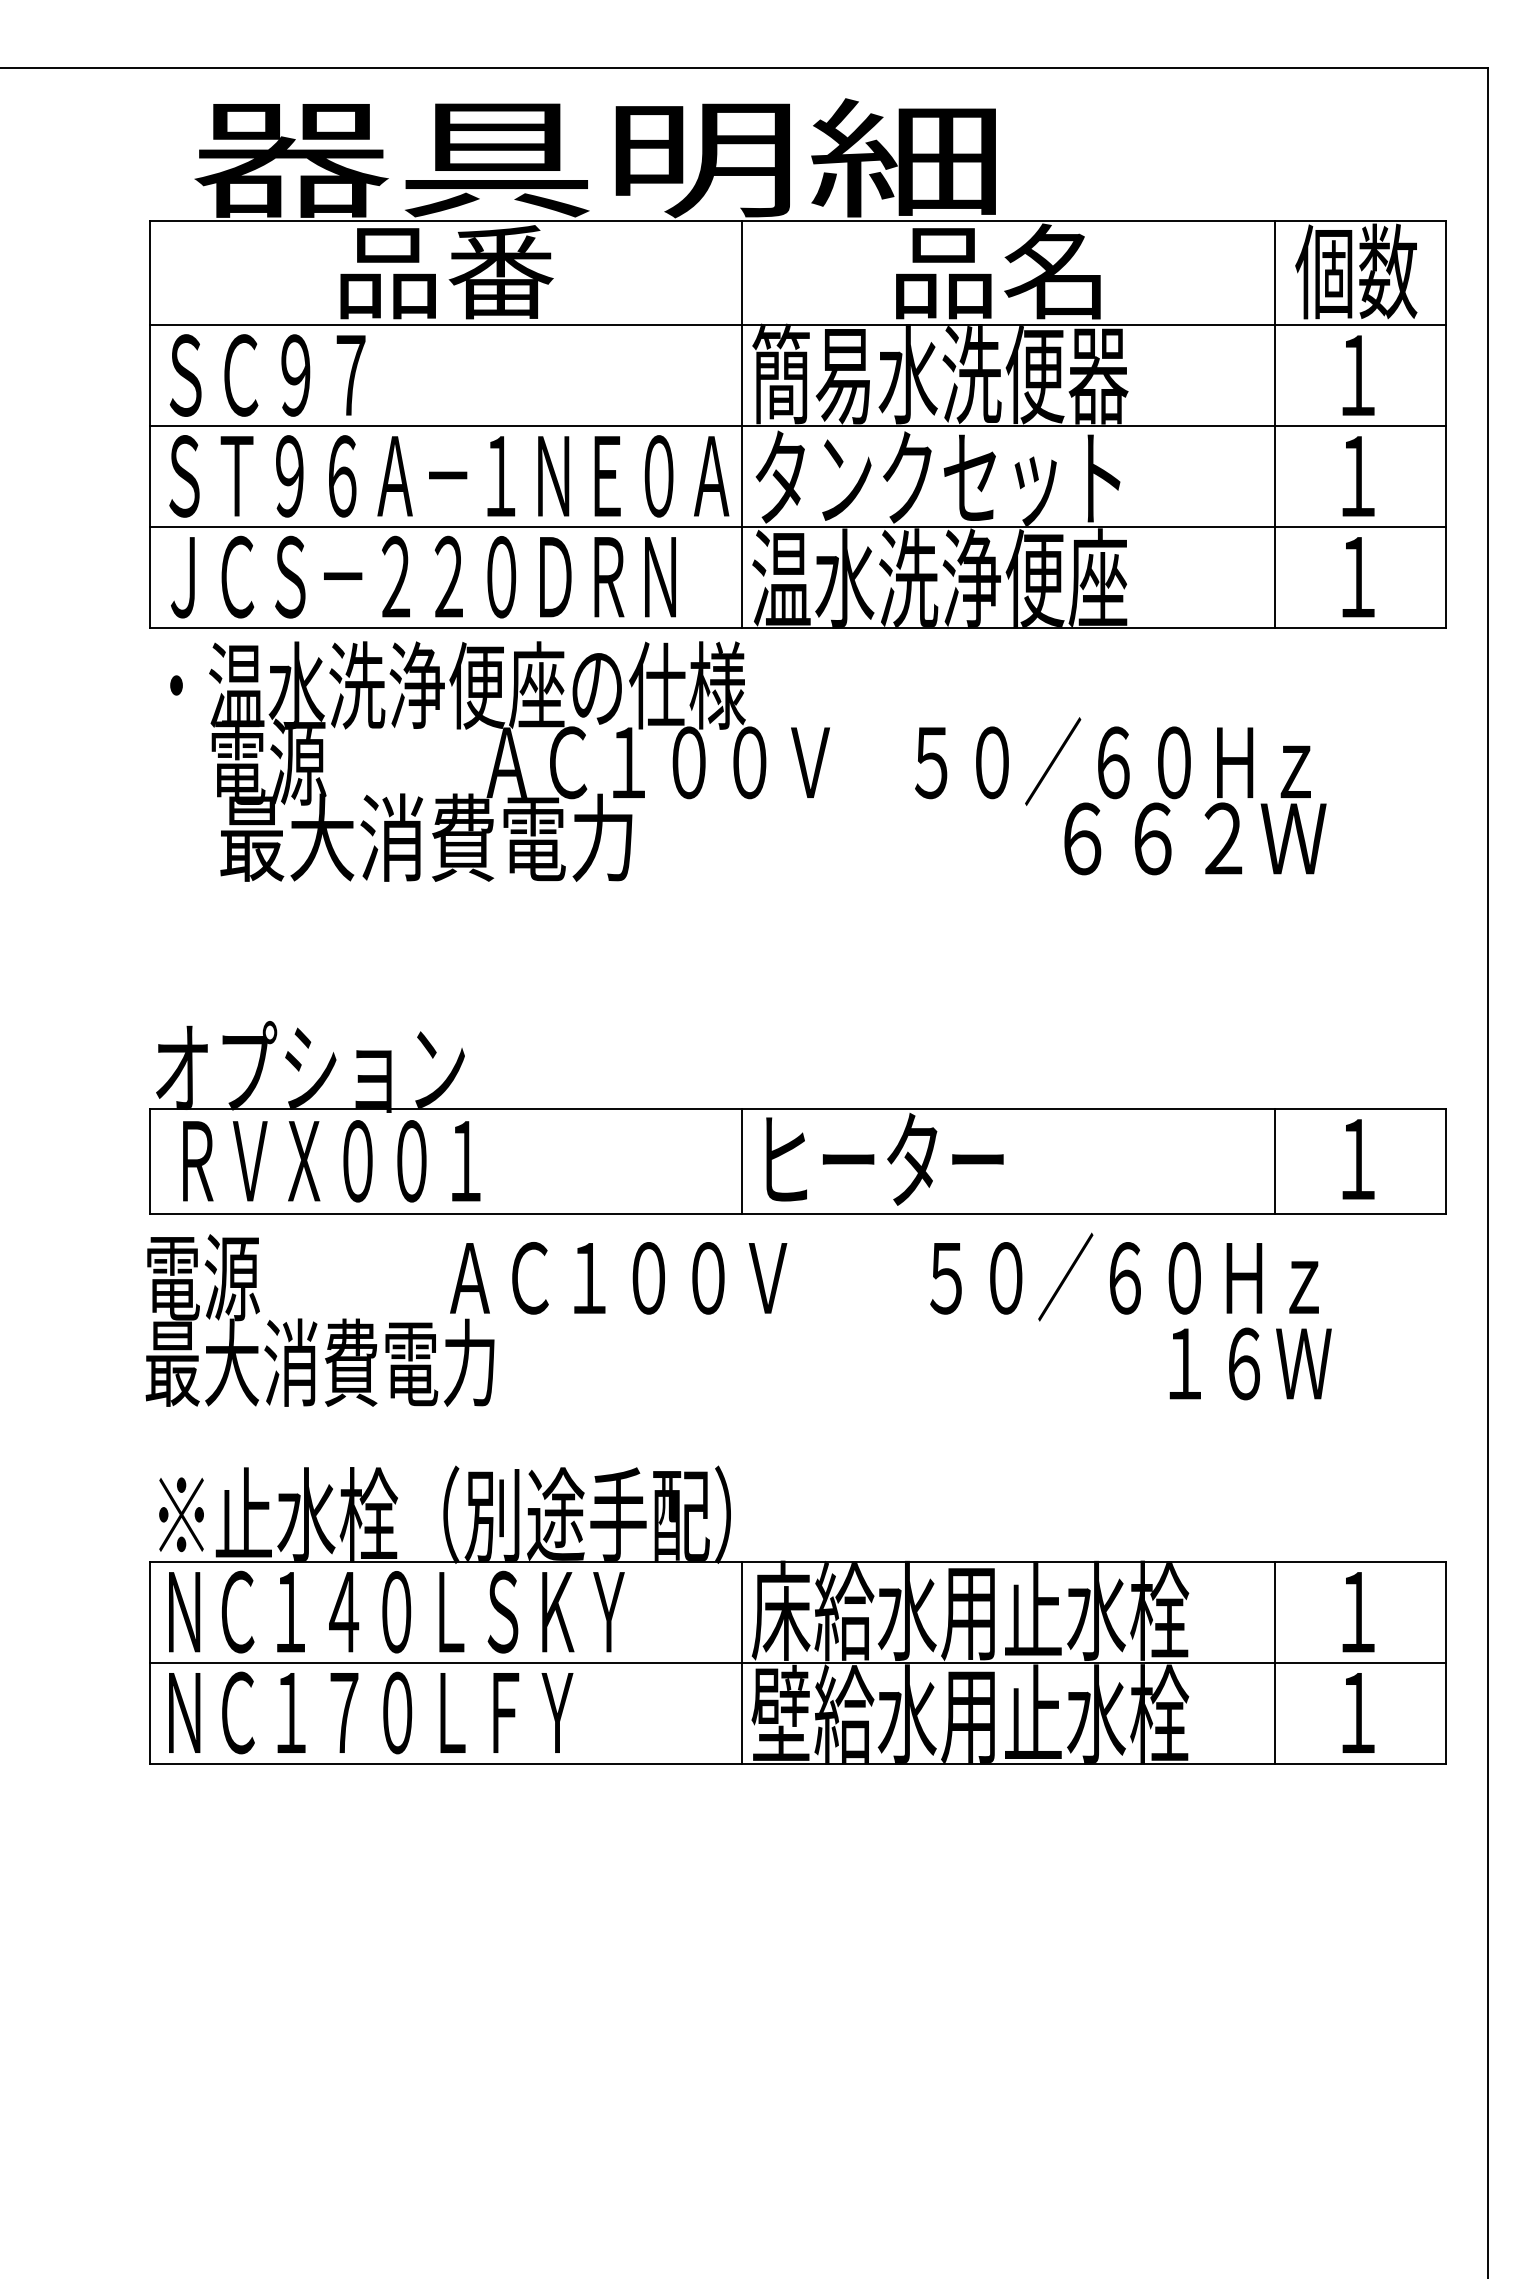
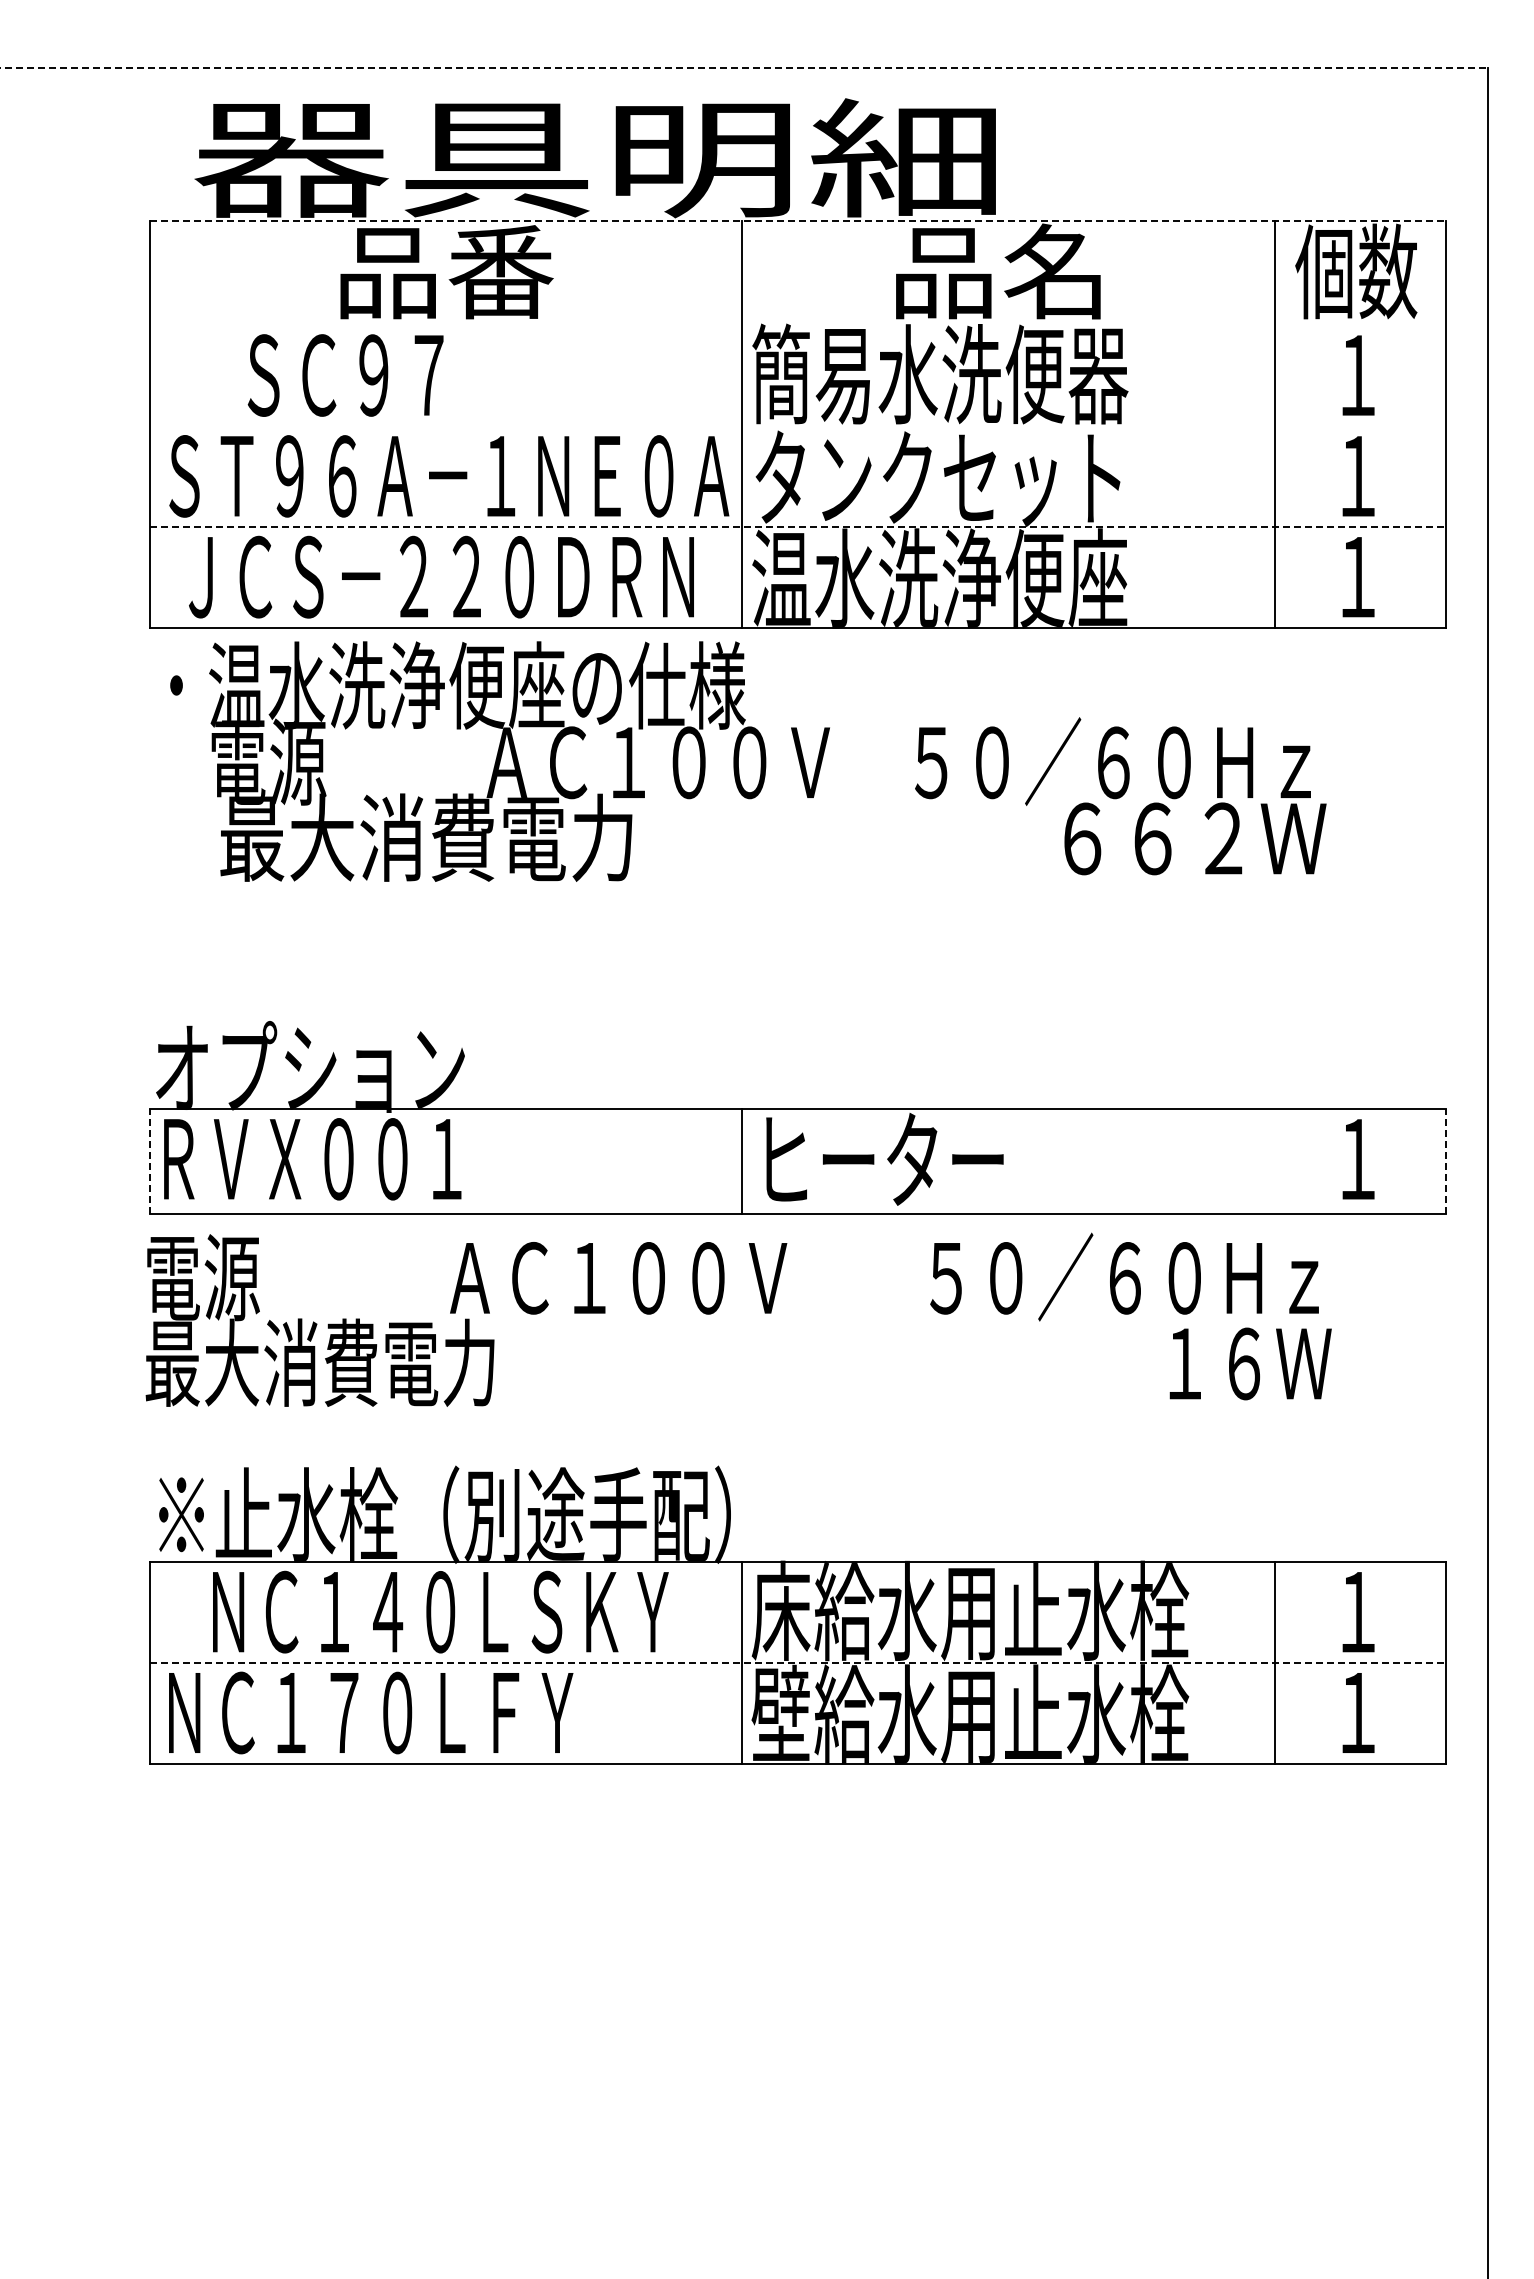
line at (743, 68): solid -> dashed
line at (798, 220): solid -> dashed
line at (798, 325): present -> none
text at (267, 375) position: (267, 375) -> (345, 375)
line at (798, 426): present -> none
line at (798, 526): solid -> dashed
text at (423, 576) position: (423, 576) -> (441, 576)
line at (150, 1160): solid -> dashed
line at (1446, 1160): solid -> dashed
text at (331, 1161) position: (331, 1161) -> (312, 1159)
line at (1274, 1161): present -> none
text at (396, 1611) position: (396, 1611) -> (440, 1611)
line at (798, 1662): solid -> dashed
